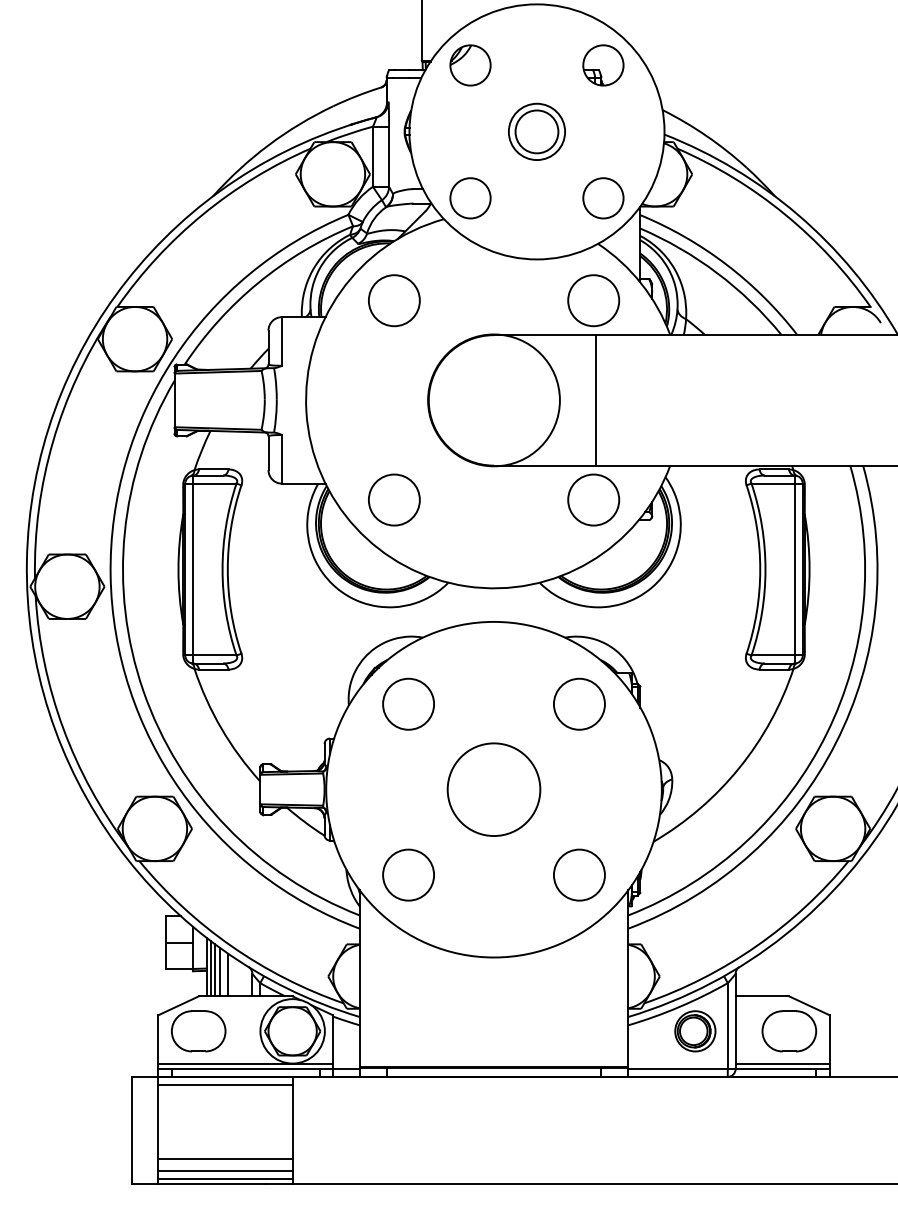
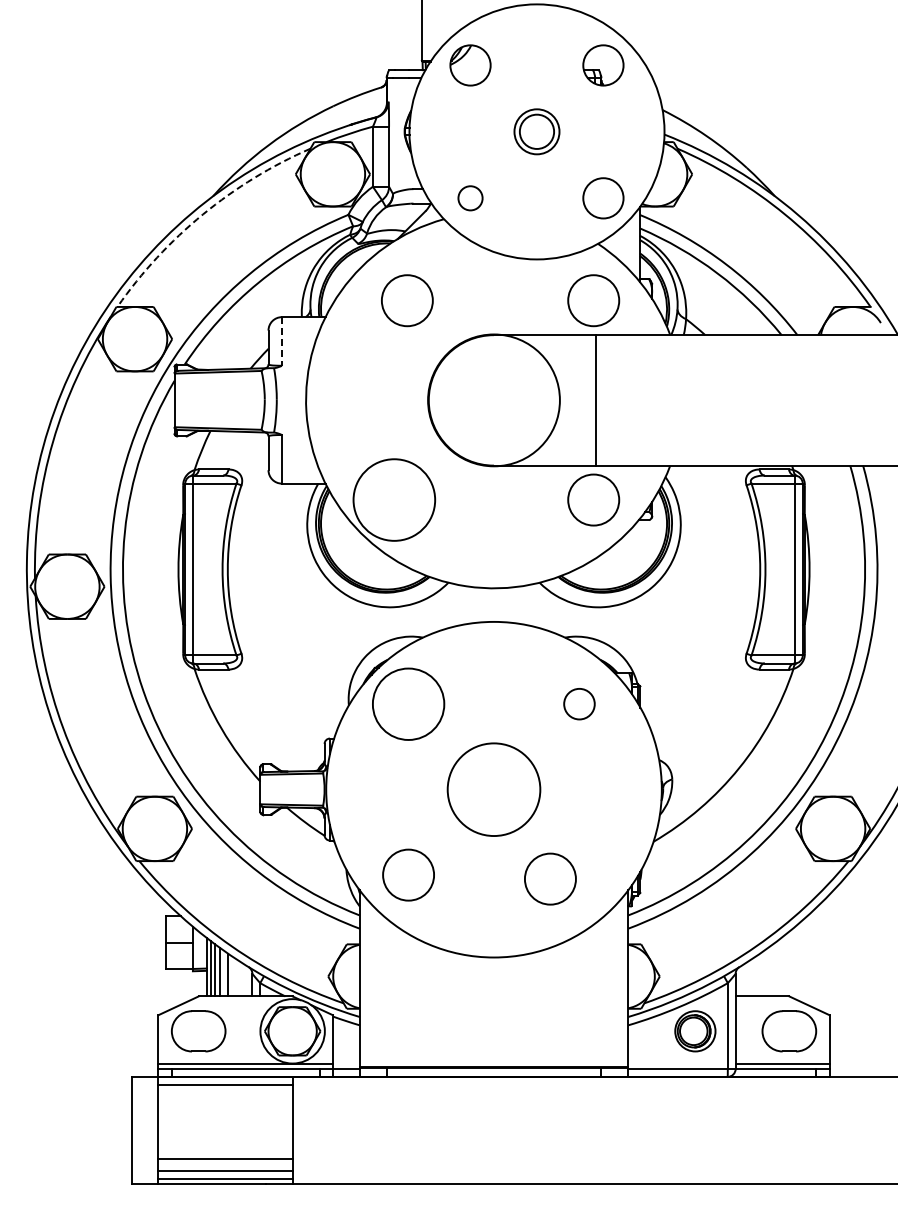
part at (536, 131) size: 58x59 px -> 48x48 px
circle at (470, 198) diameter: 40 px -> 24 px
arc at (203, 214): solid -> dashed
circle at (394, 300) position: (394, 300) -> (407, 300)
line at (281, 341): solid -> dashed
circle at (393, 499) diameter: 51 px -> 82 px
circle at (408, 703) diameter: 51 px -> 71 px
circle at (579, 703) size: 53x54 px -> 33x33 px
circle at (579, 874) position: (579, 874) -> (550, 878)
